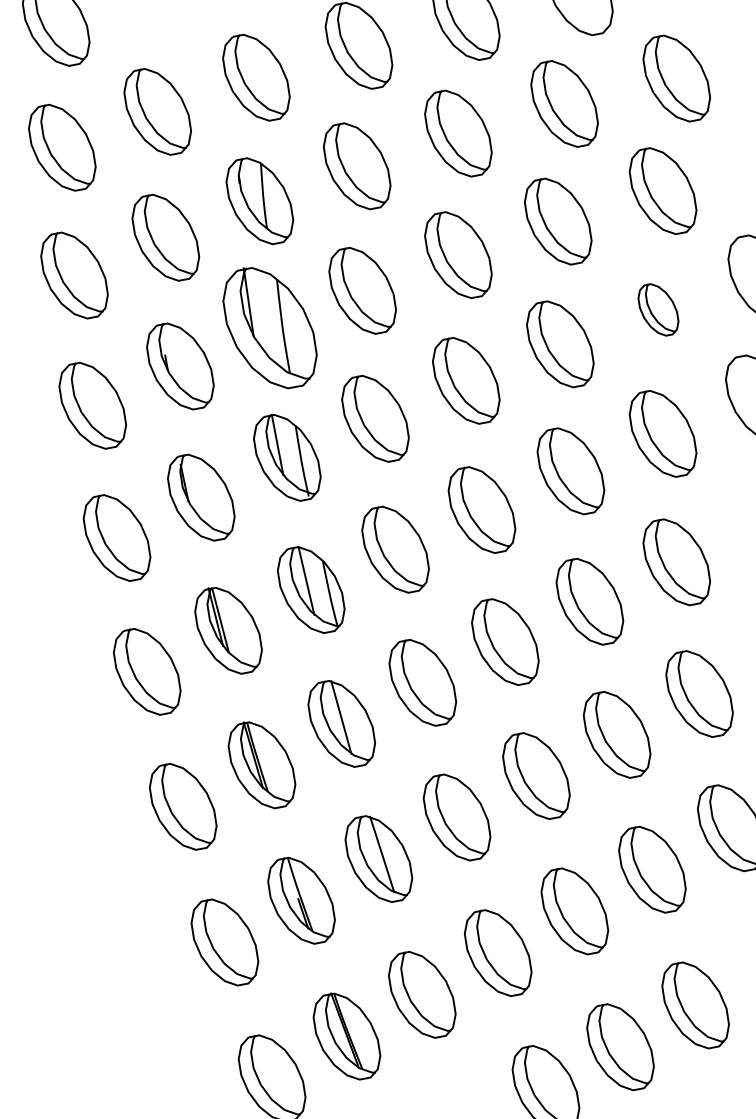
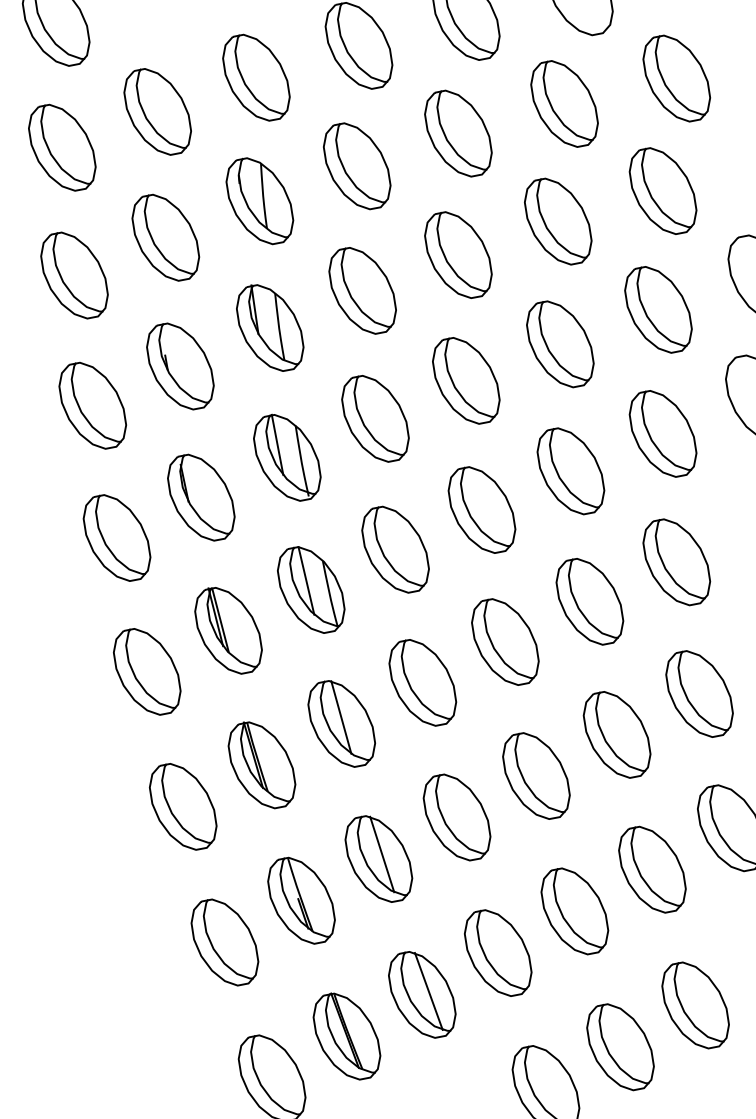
part at (658, 309) size: 43x54 px -> 69x88 px
part at (269, 328) size: 96x123 px -> 69x88 px
line at (428, 991): none -> present
